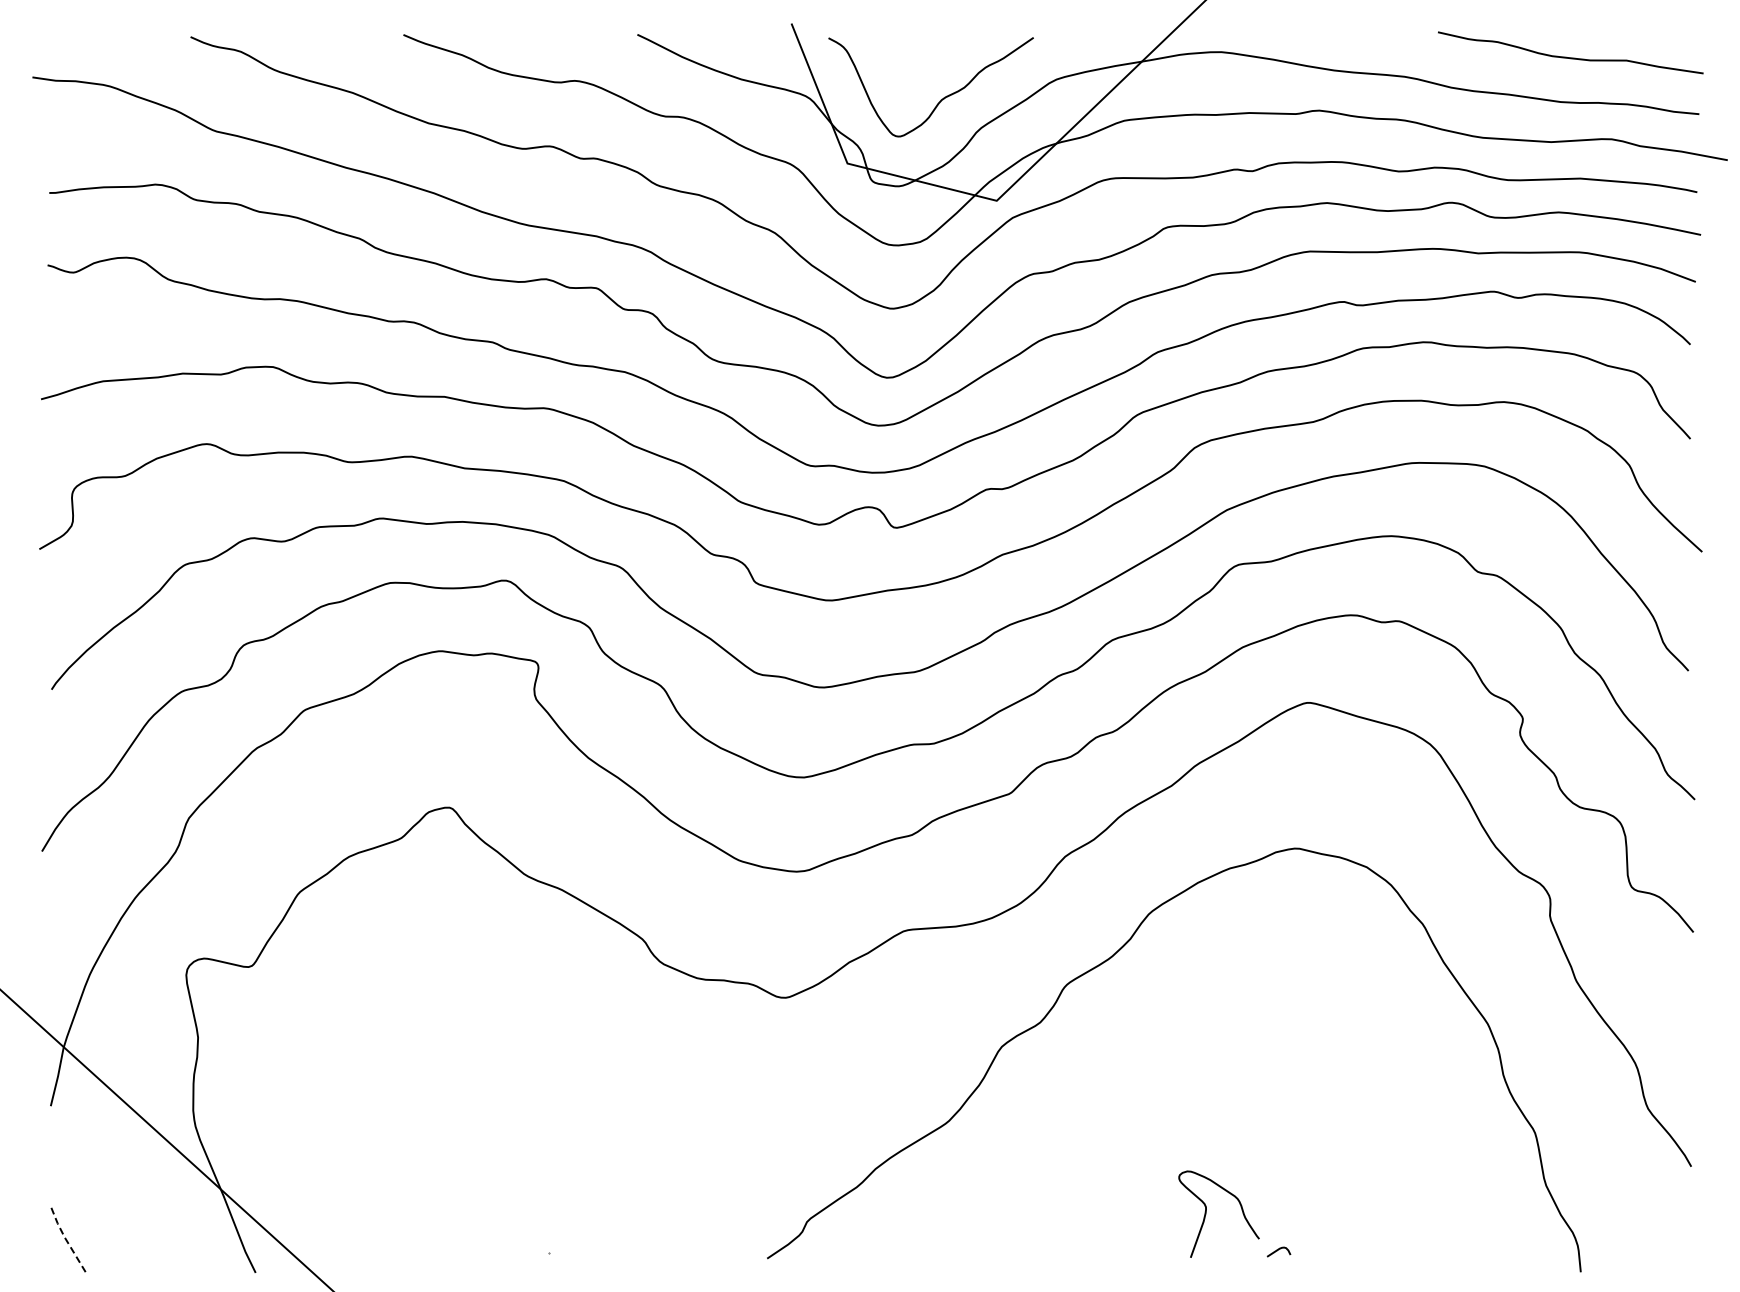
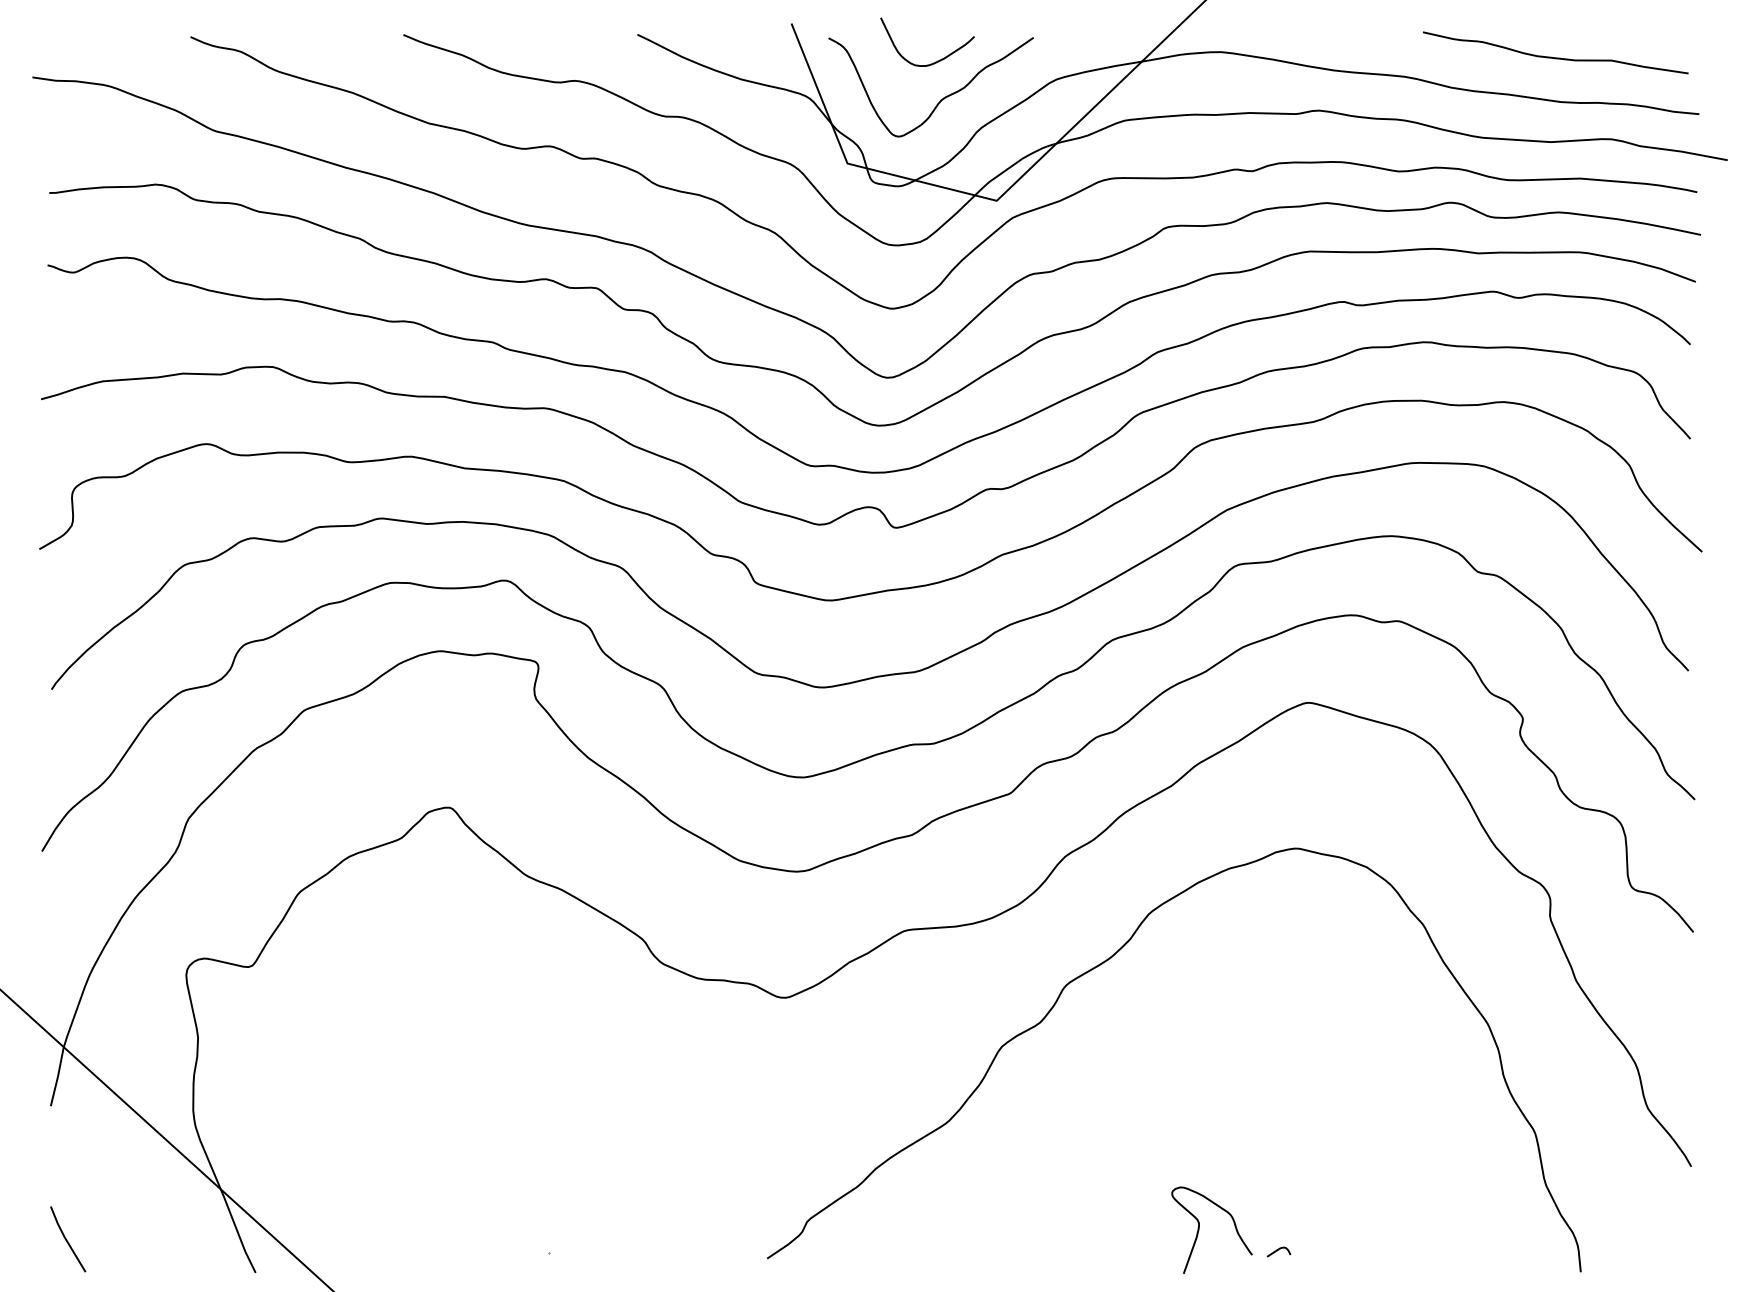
curve at (1570, 57) position: (1570, 57) -> (1555, 57)
curve at (937, 60): none -> present
curve at (1206, 1213) position: (1206, 1213) -> (1199, 1229)
line at (65, 1239): dashed -> solid
